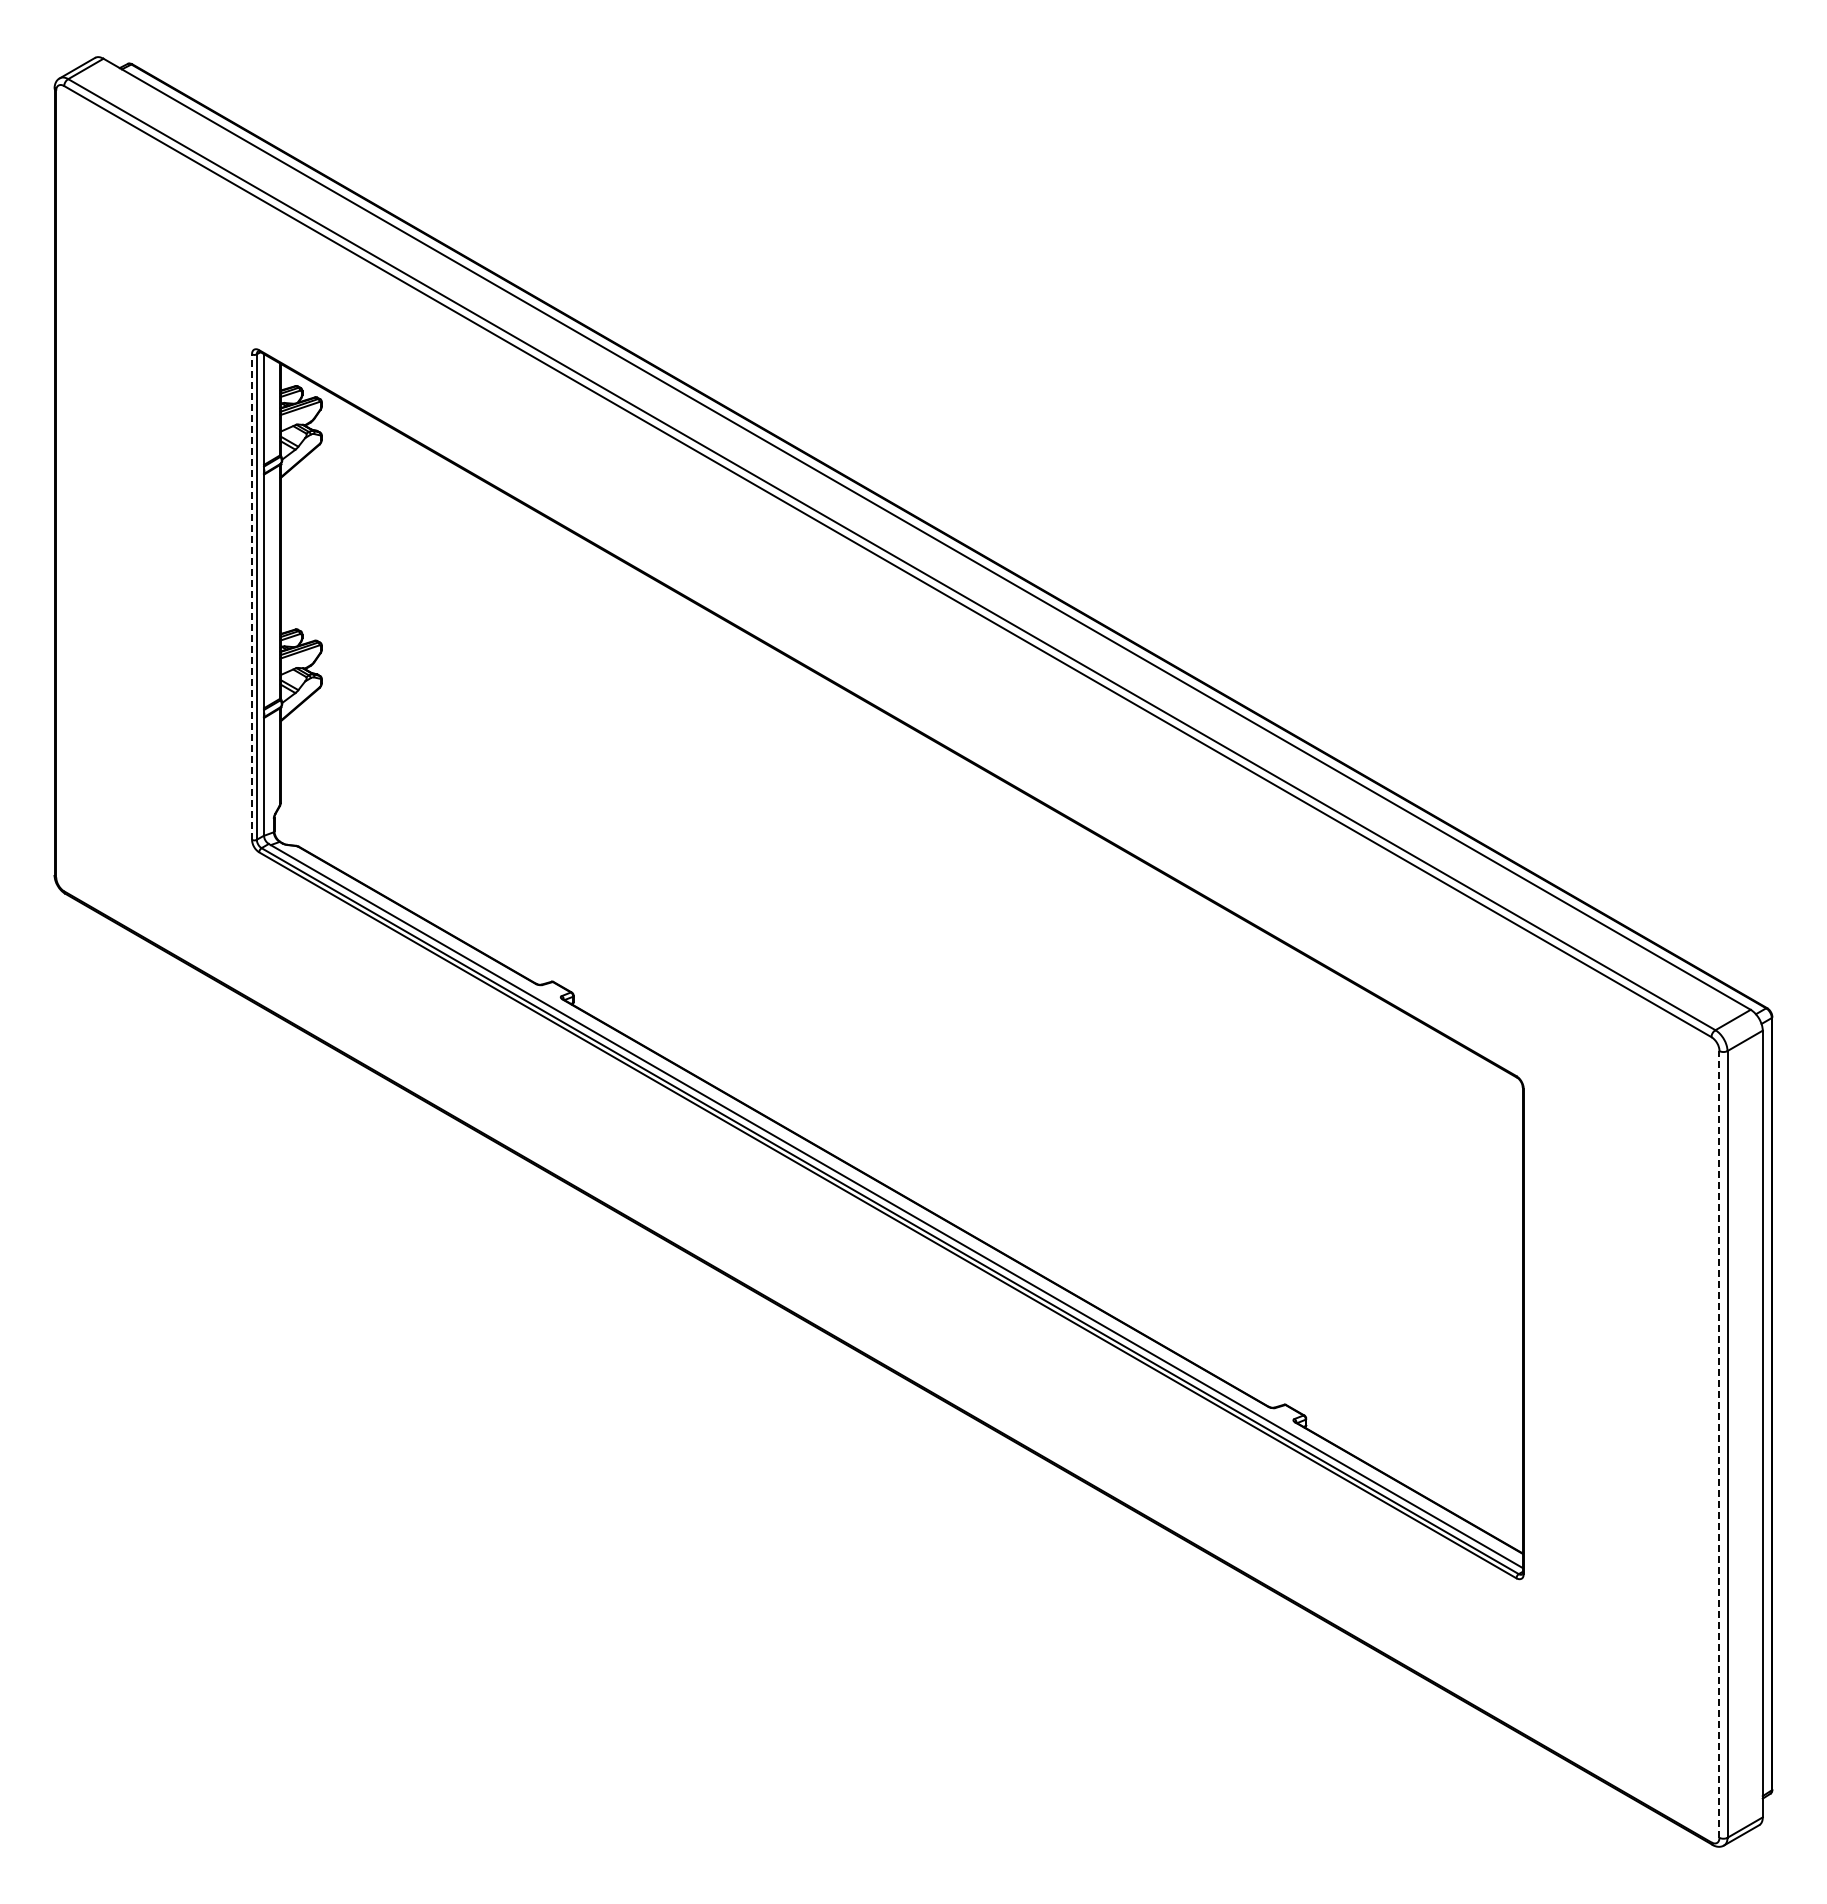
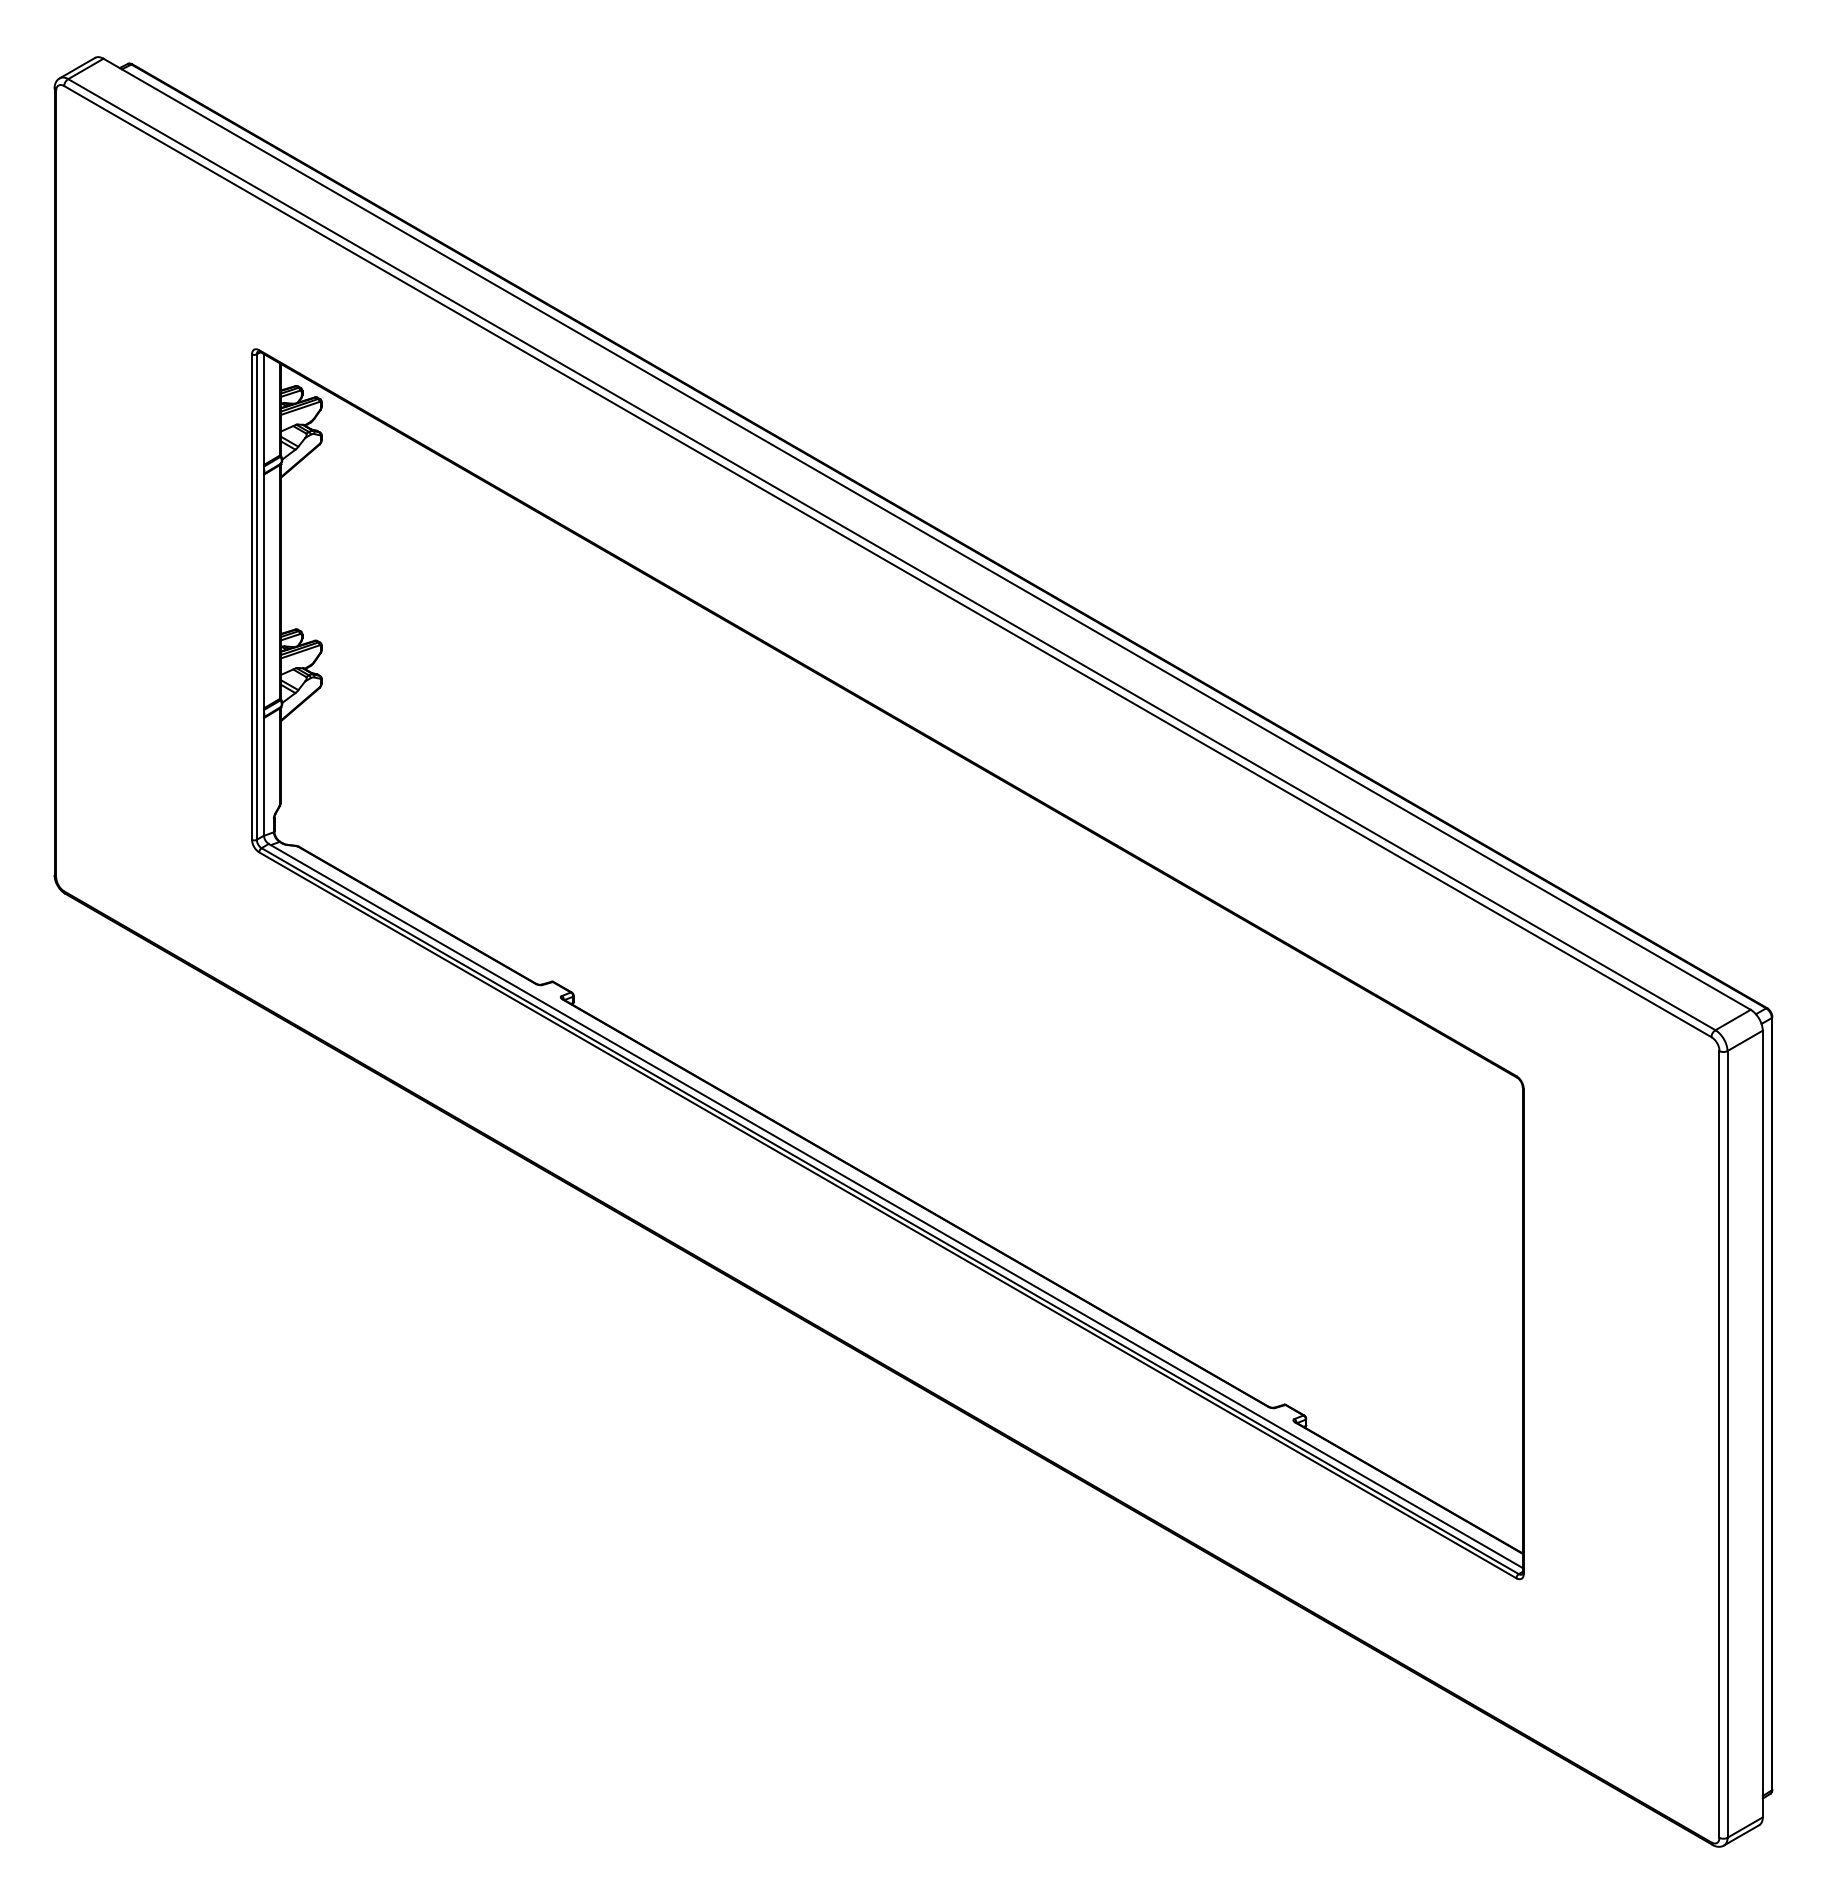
line at (252, 597): dashed -> solid
line at (1719, 1443): dashed -> solid
